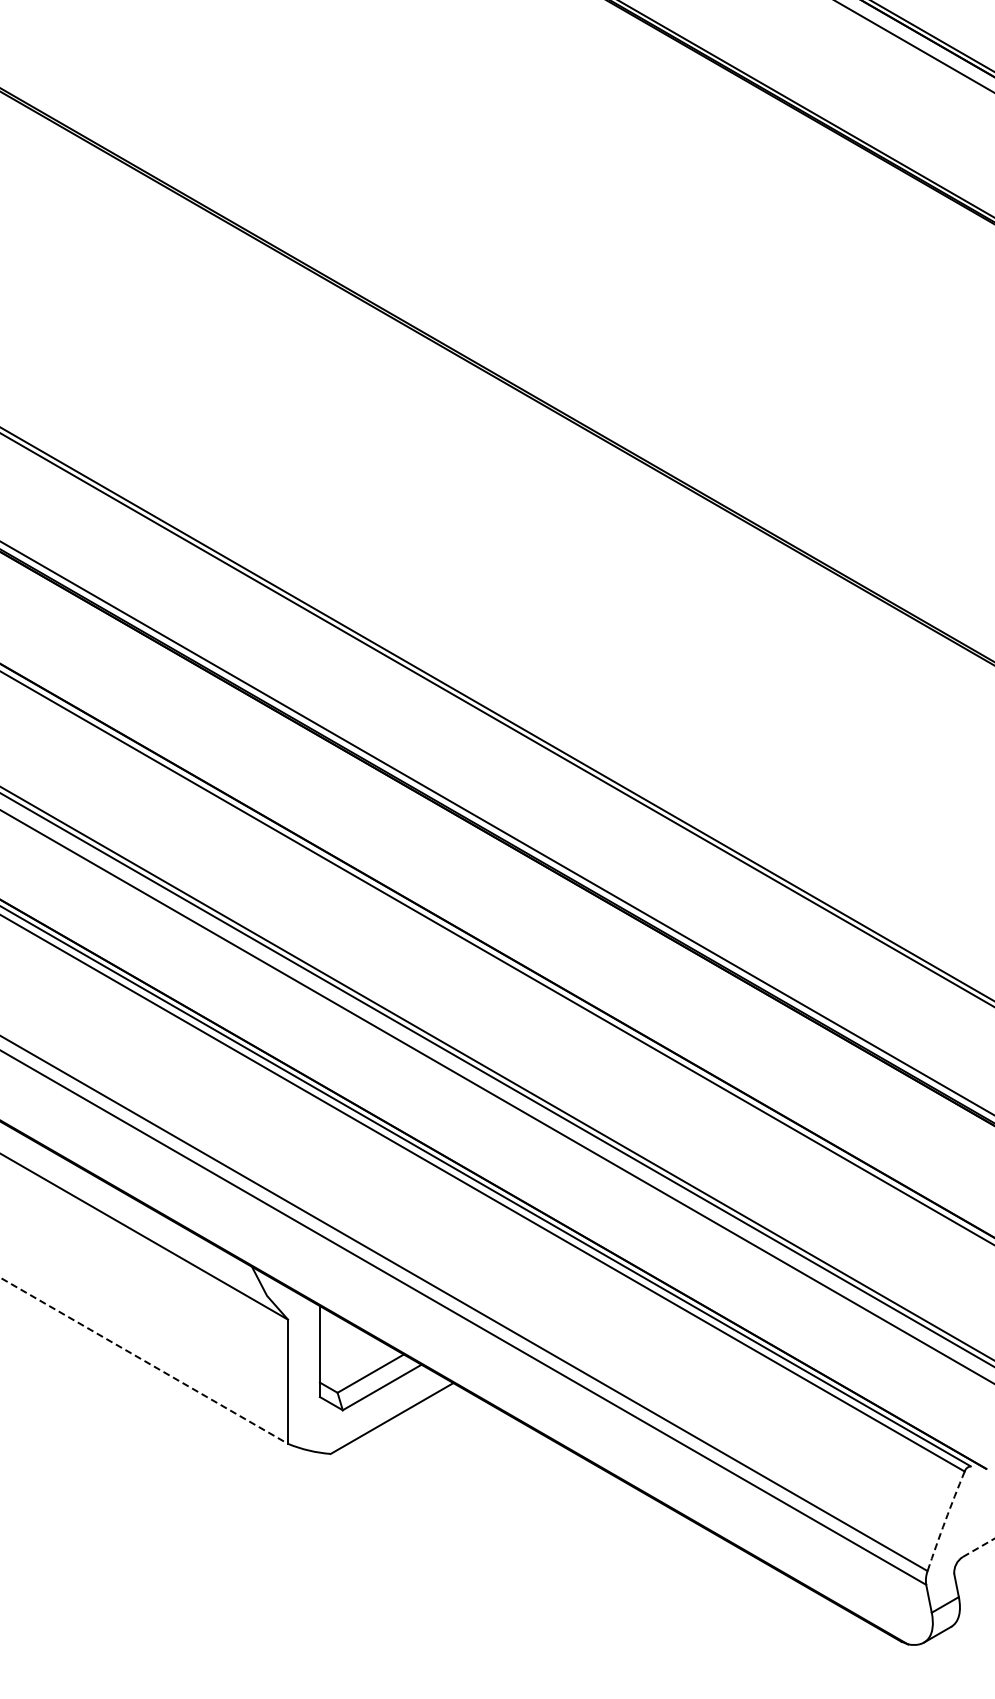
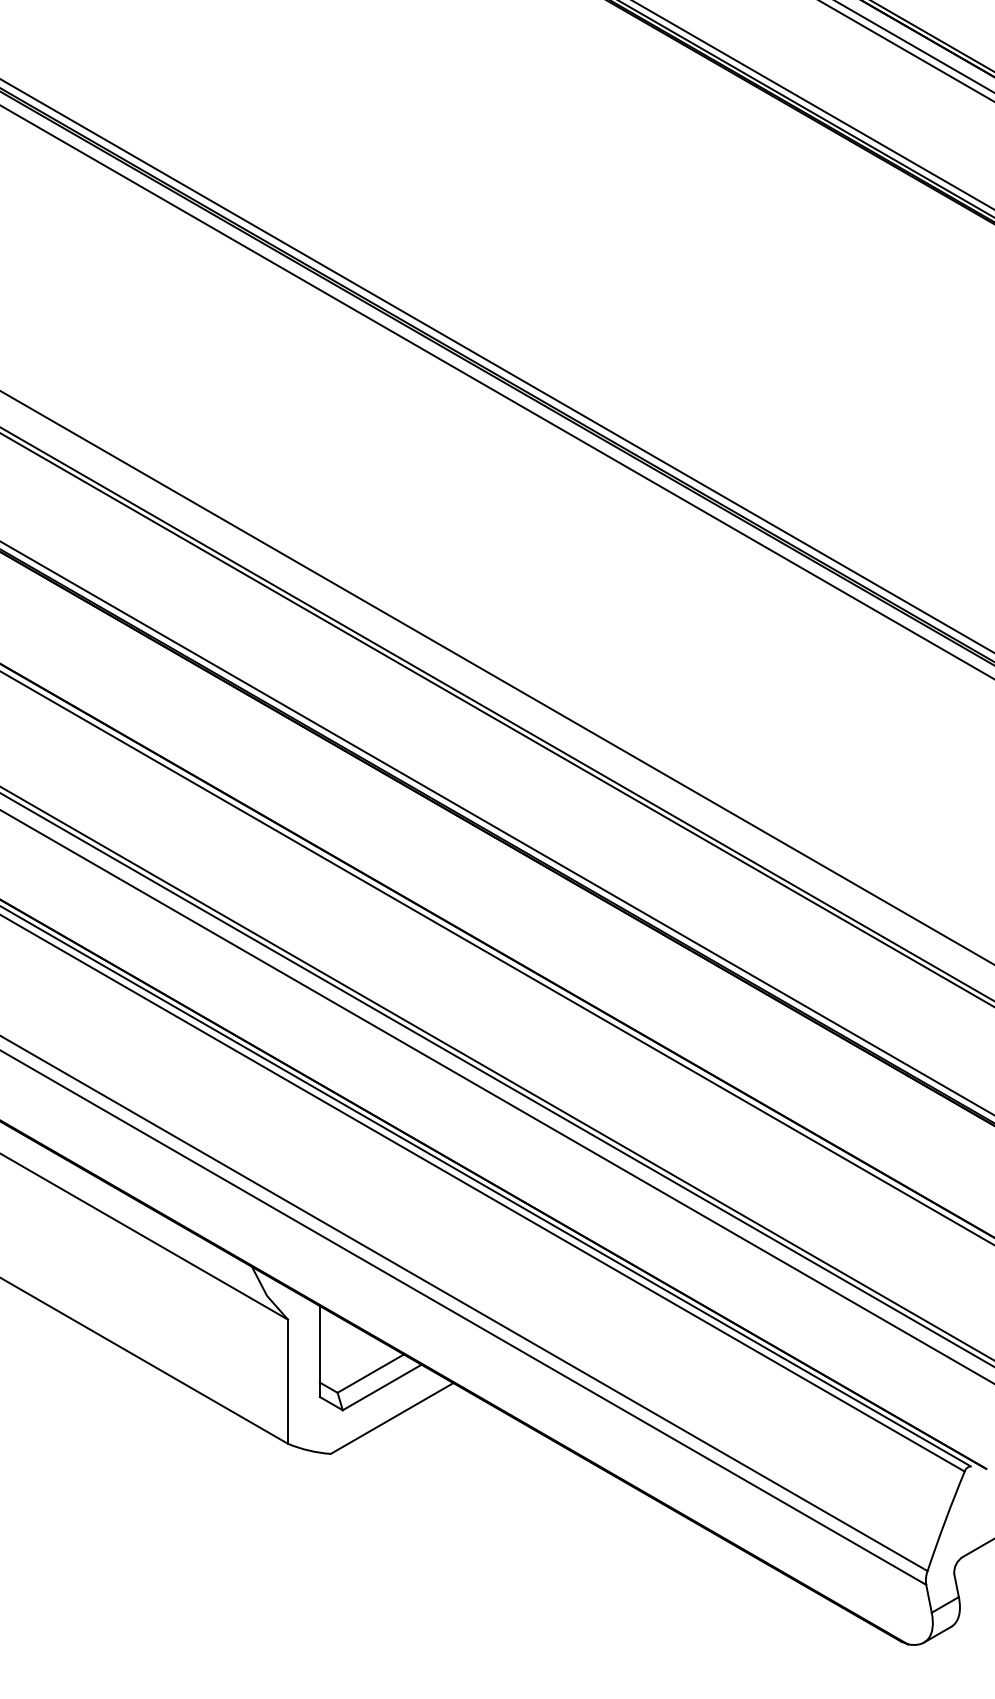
line at (906, 51): none -> present
line at (812, 105): none -> present
line at (496, 365): none -> present
line at (496, 391): none -> present
line at (496, 677): none -> present
line at (144, 1360): dashed -> solid
arc at (945, 1521): dashed -> solid
line at (979, 1547): dashed -> solid
